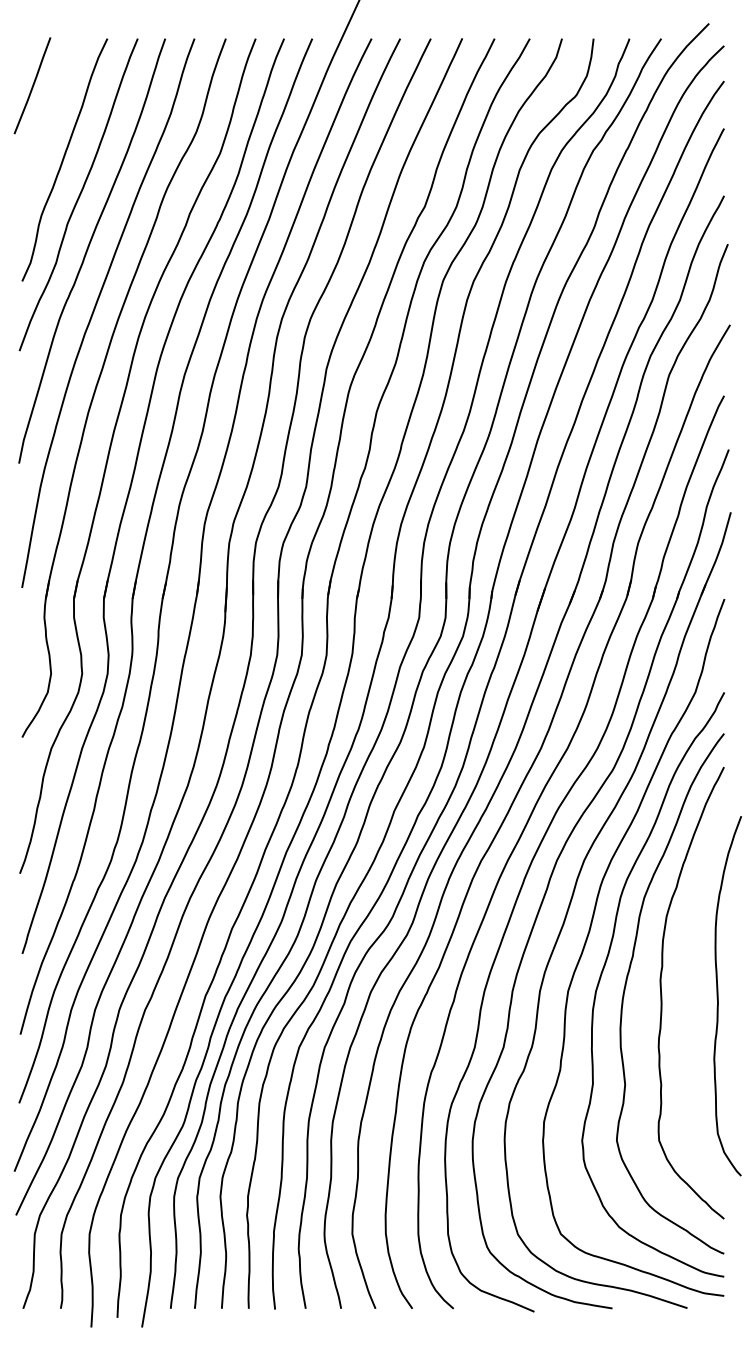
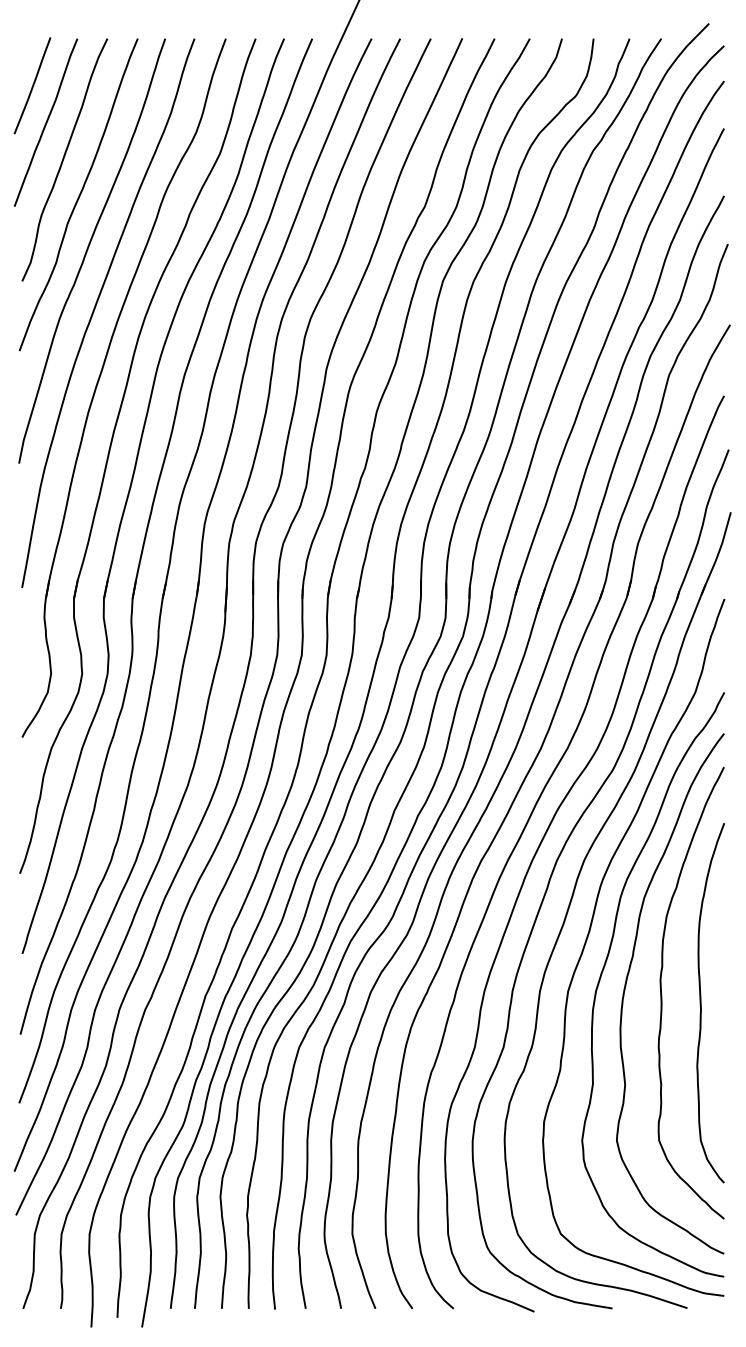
curve at (45, 122): none -> present
curve at (718, 996) position: (718, 996) -> (701, 1003)
